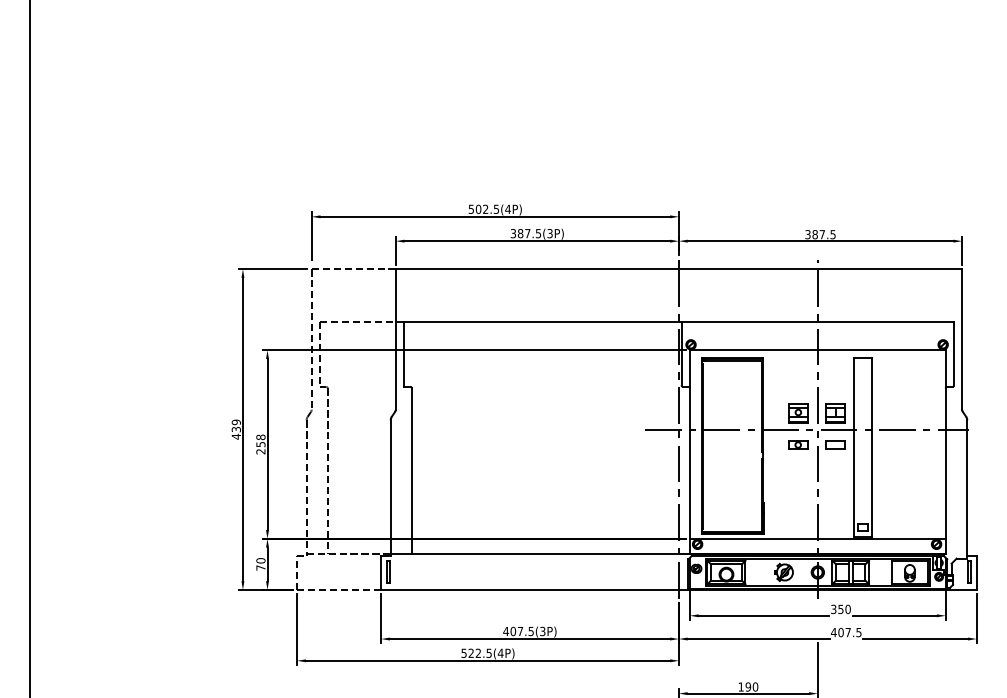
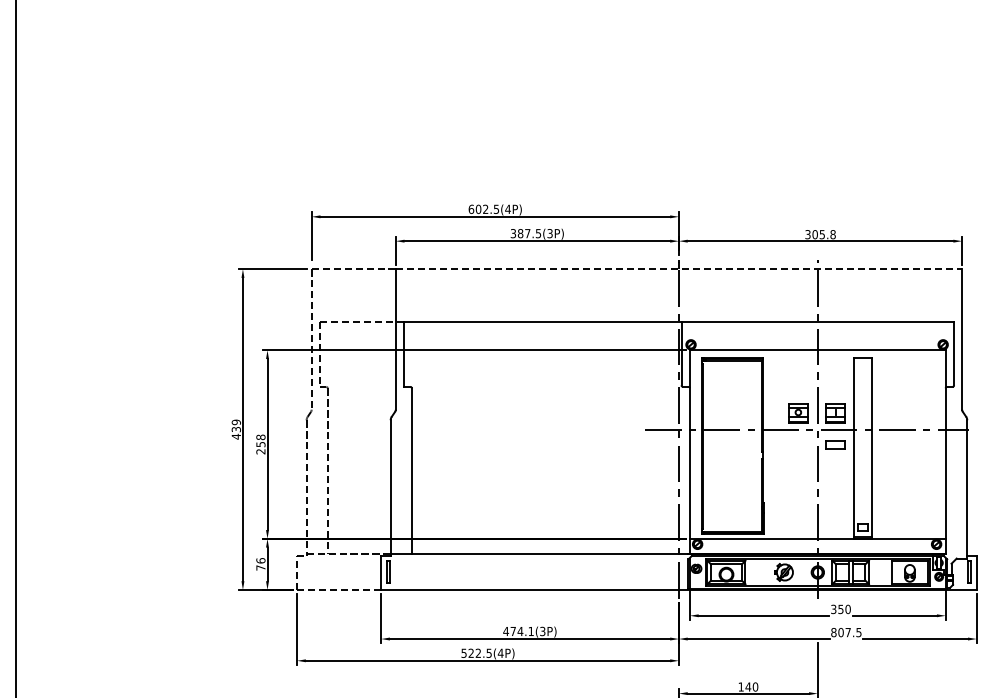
text at (471, 208): 502.5(4P) -> 602.5(4P)
text at (823, 234): 387.5 -> 305.8
line at (679, 269): solid -> dashed
line at (30, 348) position: (30, 348) -> (16, 348)
part at (798, 444): present -> none
text at (260, 560): 70 -> 76
text at (521, 631): 407.5(3P) -> 474.1(3P)
text at (833, 632): 407.5 -> 807.5
text at (748, 686): 190 -> 140
